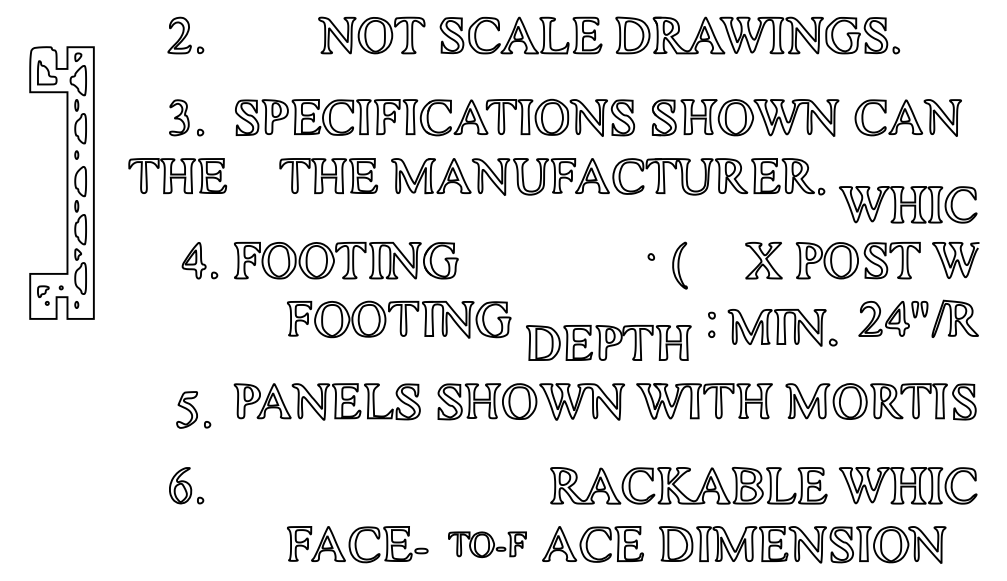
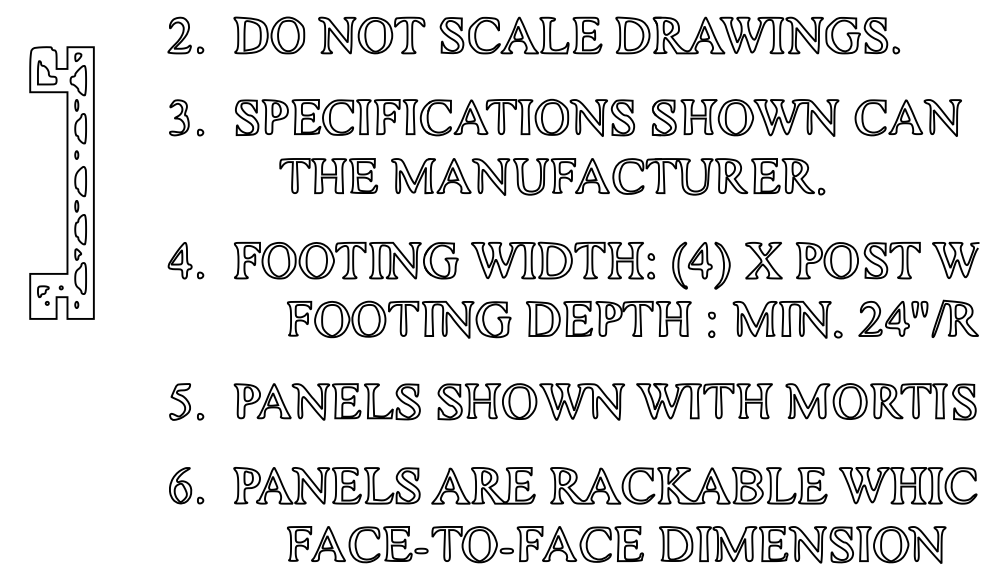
part at (269, 35): none -> present
part at (177, 176): present -> none
part at (908, 204): present -> none
part at (199, 260) position: (199, 260) -> (185, 260)
part at (562, 260): none -> present
part at (708, 265): none -> present
part at (782, 327) position: (782, 327) -> (787, 319)
part at (608, 342) position: (608, 342) -> (608, 318)
part at (193, 409) position: (193, 409) -> (186, 401)
part at (326, 485): none -> present
part at (483, 485): none -> present
part at (487, 544) size: 79x28 px -> 113x38 px
